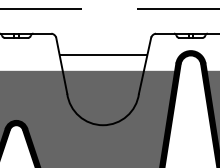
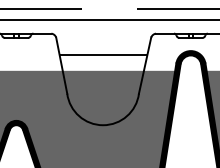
line at (109, 19): none -> present
